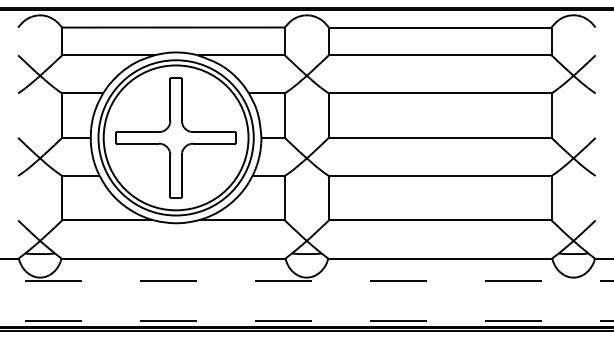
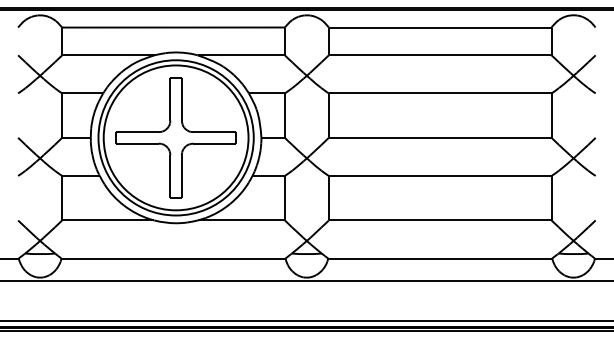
line at (307, 281): dashed -> solid
line at (307, 321): dashed -> solid
